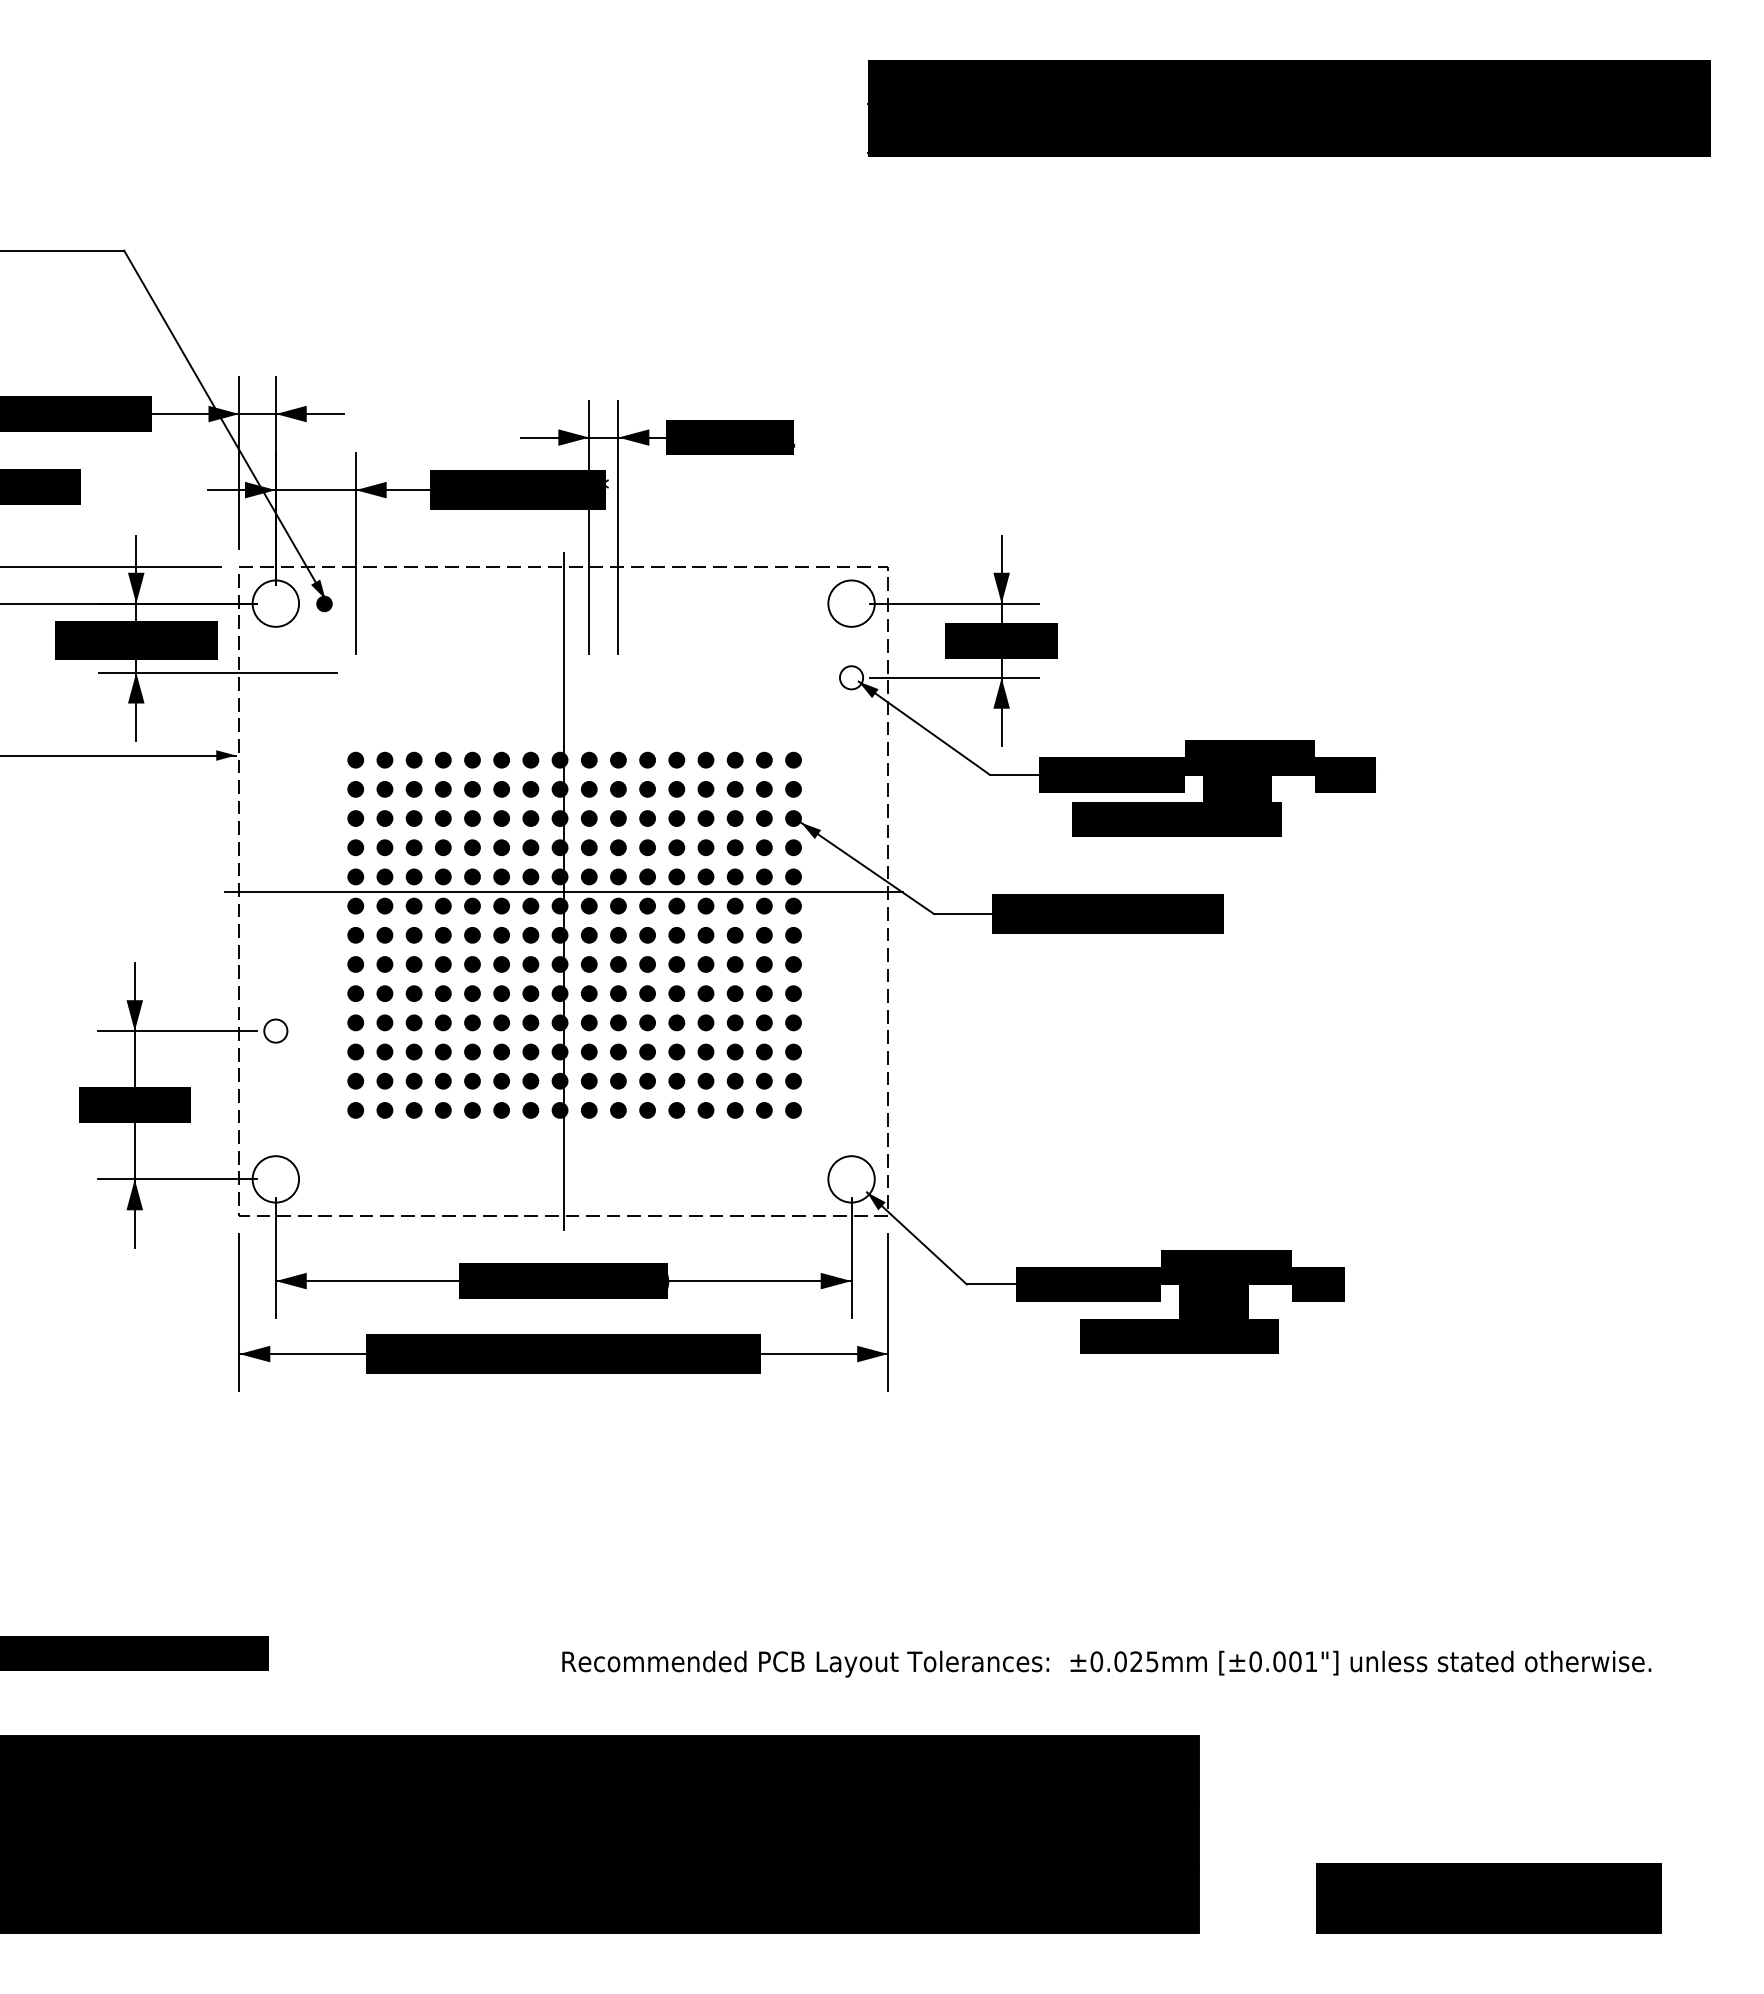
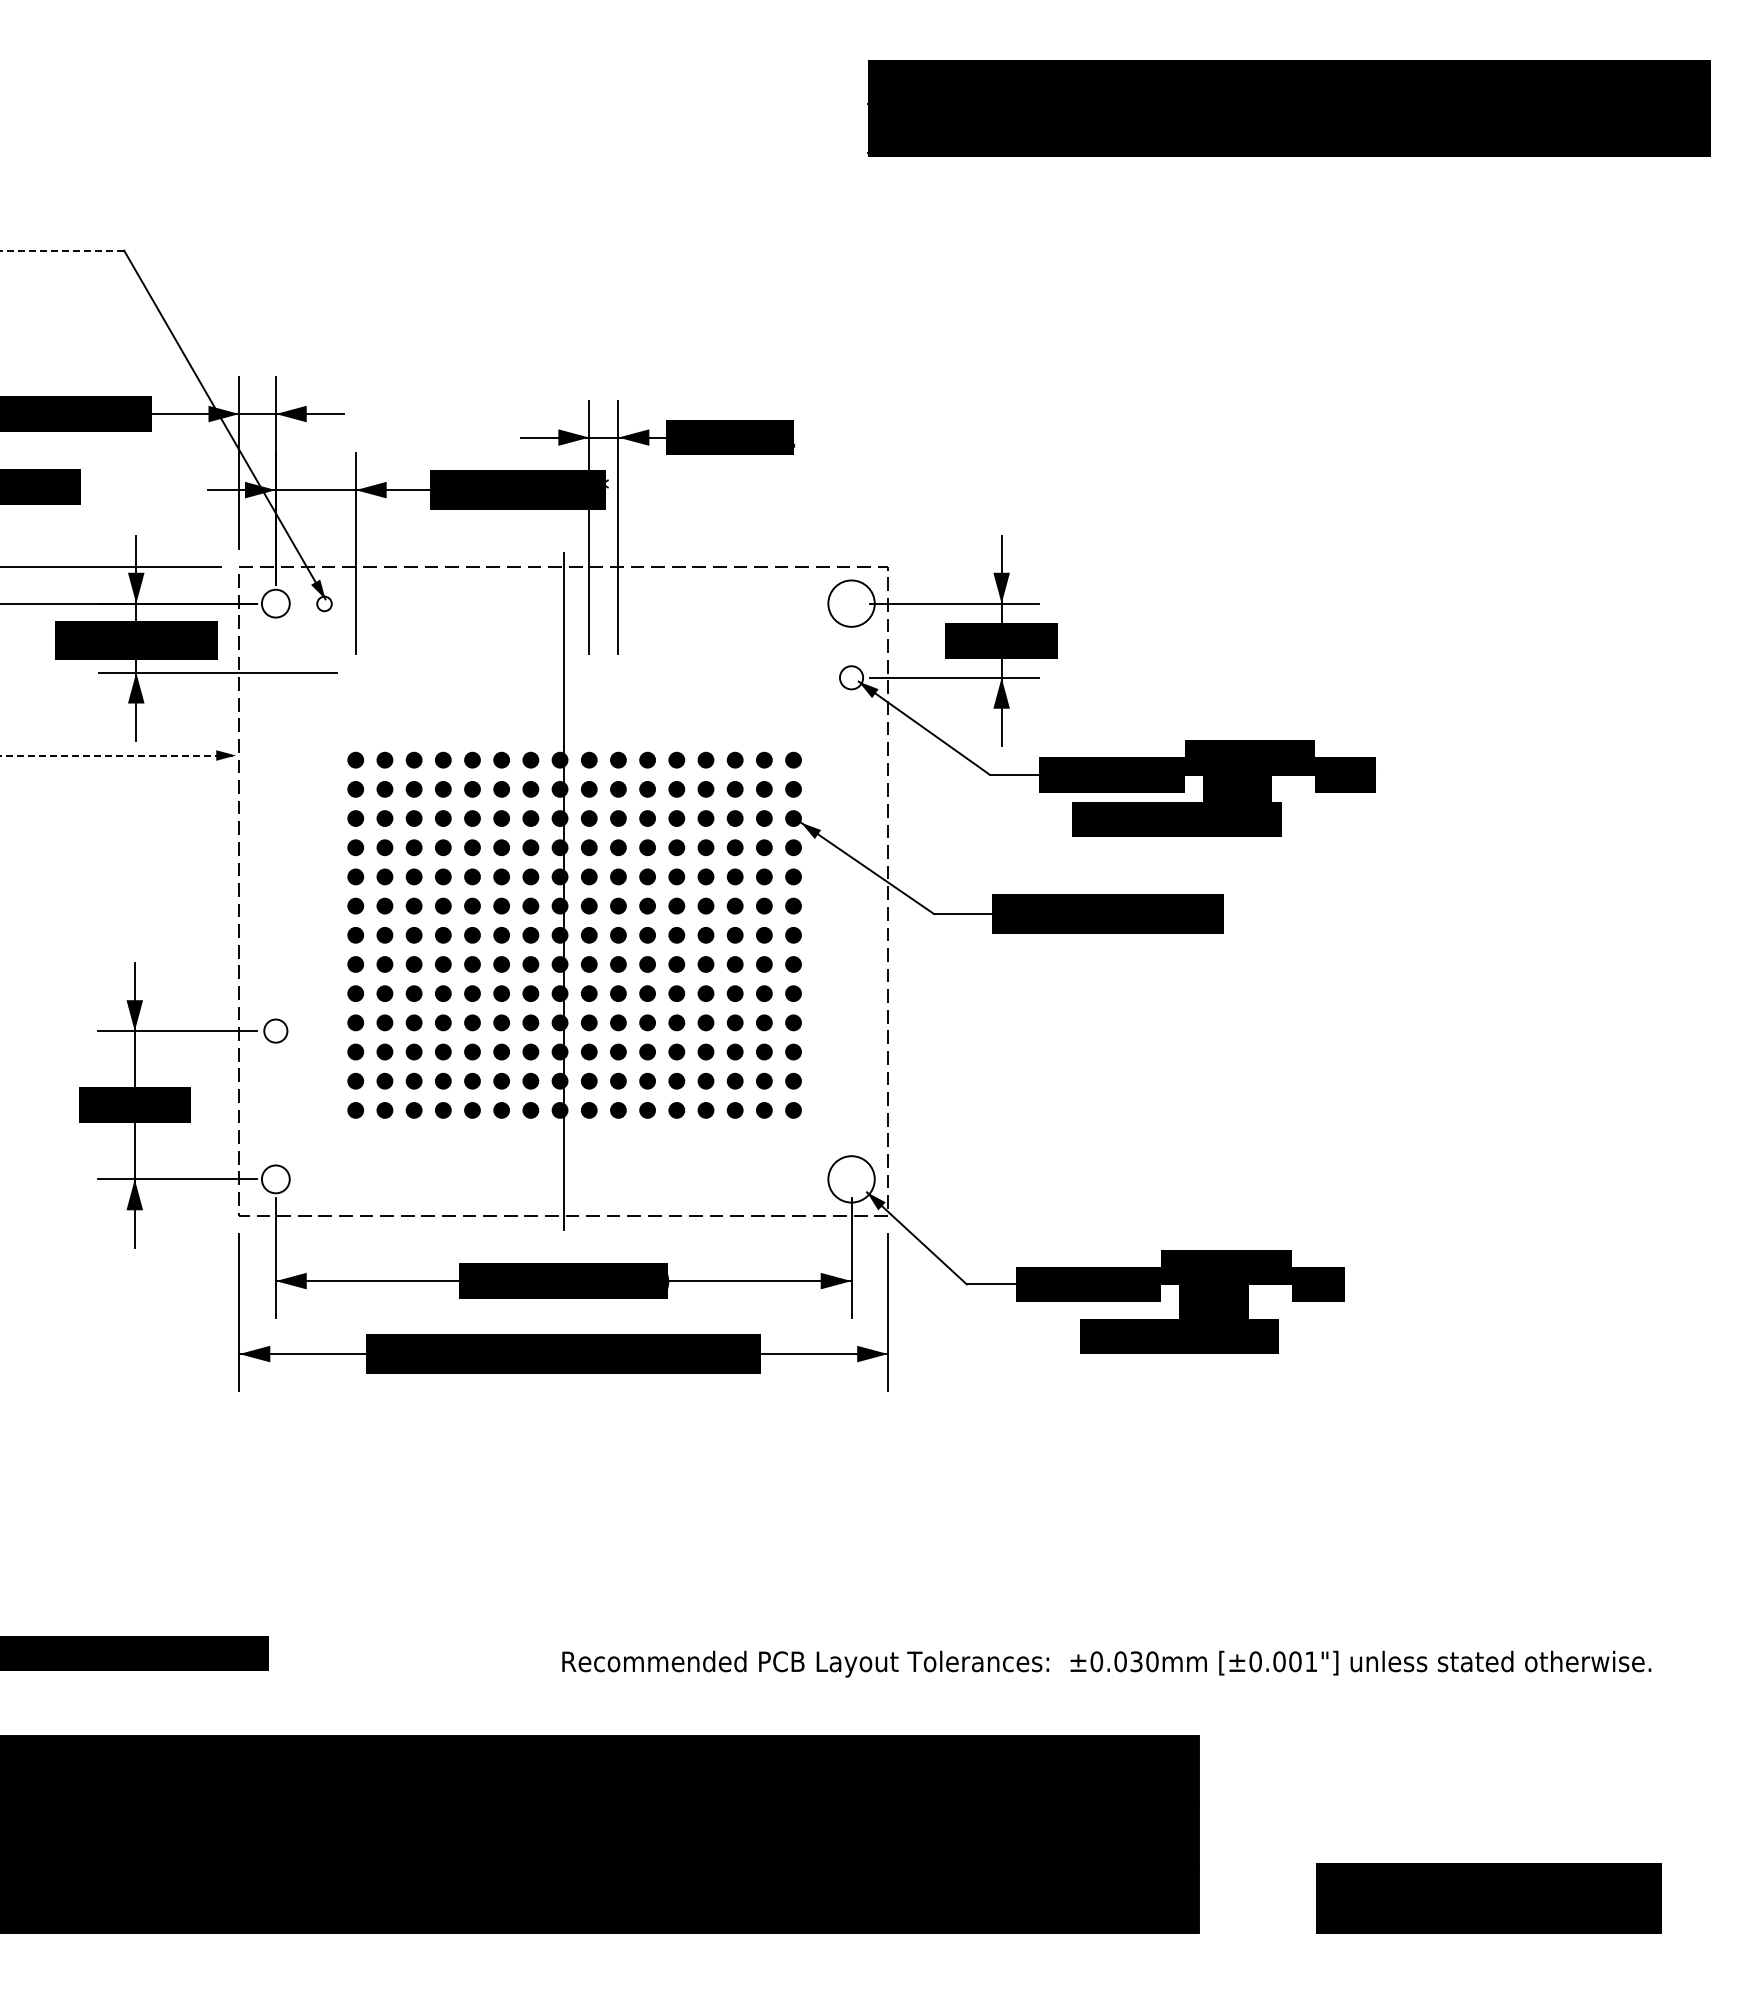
line at (62, 250): solid -> dashed
circle at (275, 603) diameter: 46 px -> 28 px
fill at (324, 603): present -> none
line at (118, 755): solid -> dashed
line at (563, 891): present -> none
circle at (275, 1179) diameter: 46 px -> 28 px
text at (1144, 1661): ±0.025mm -> ±0.030mm
